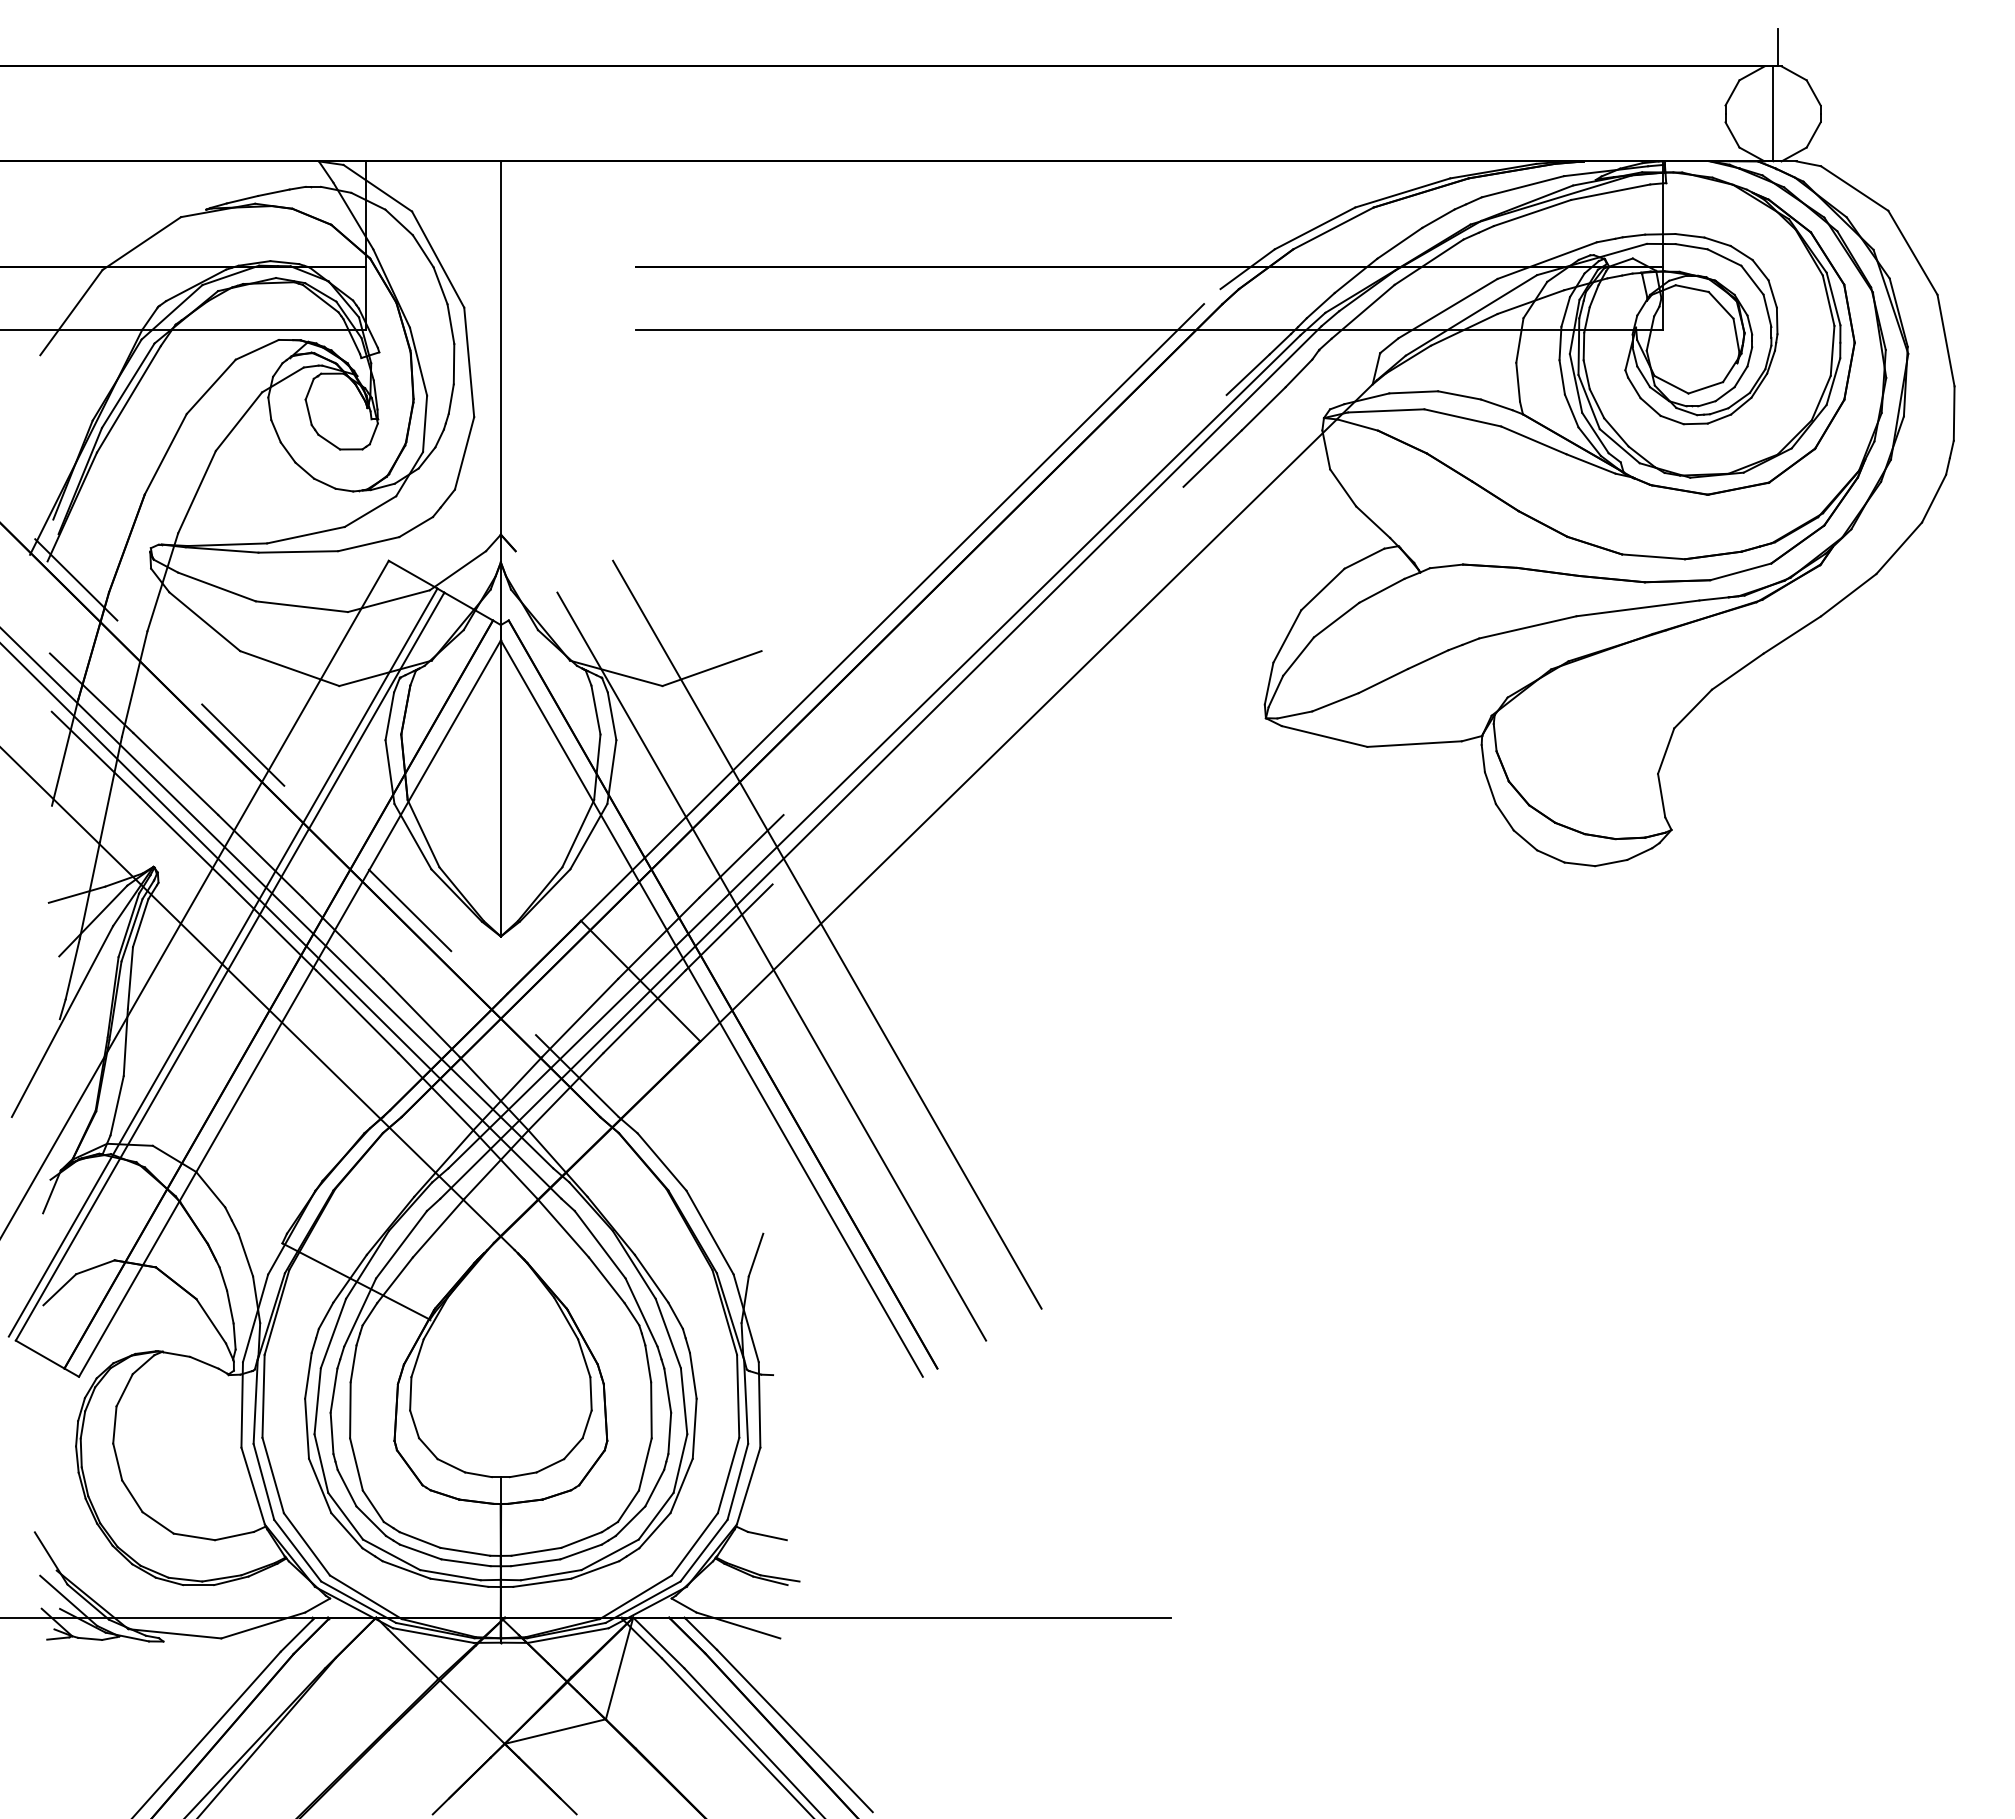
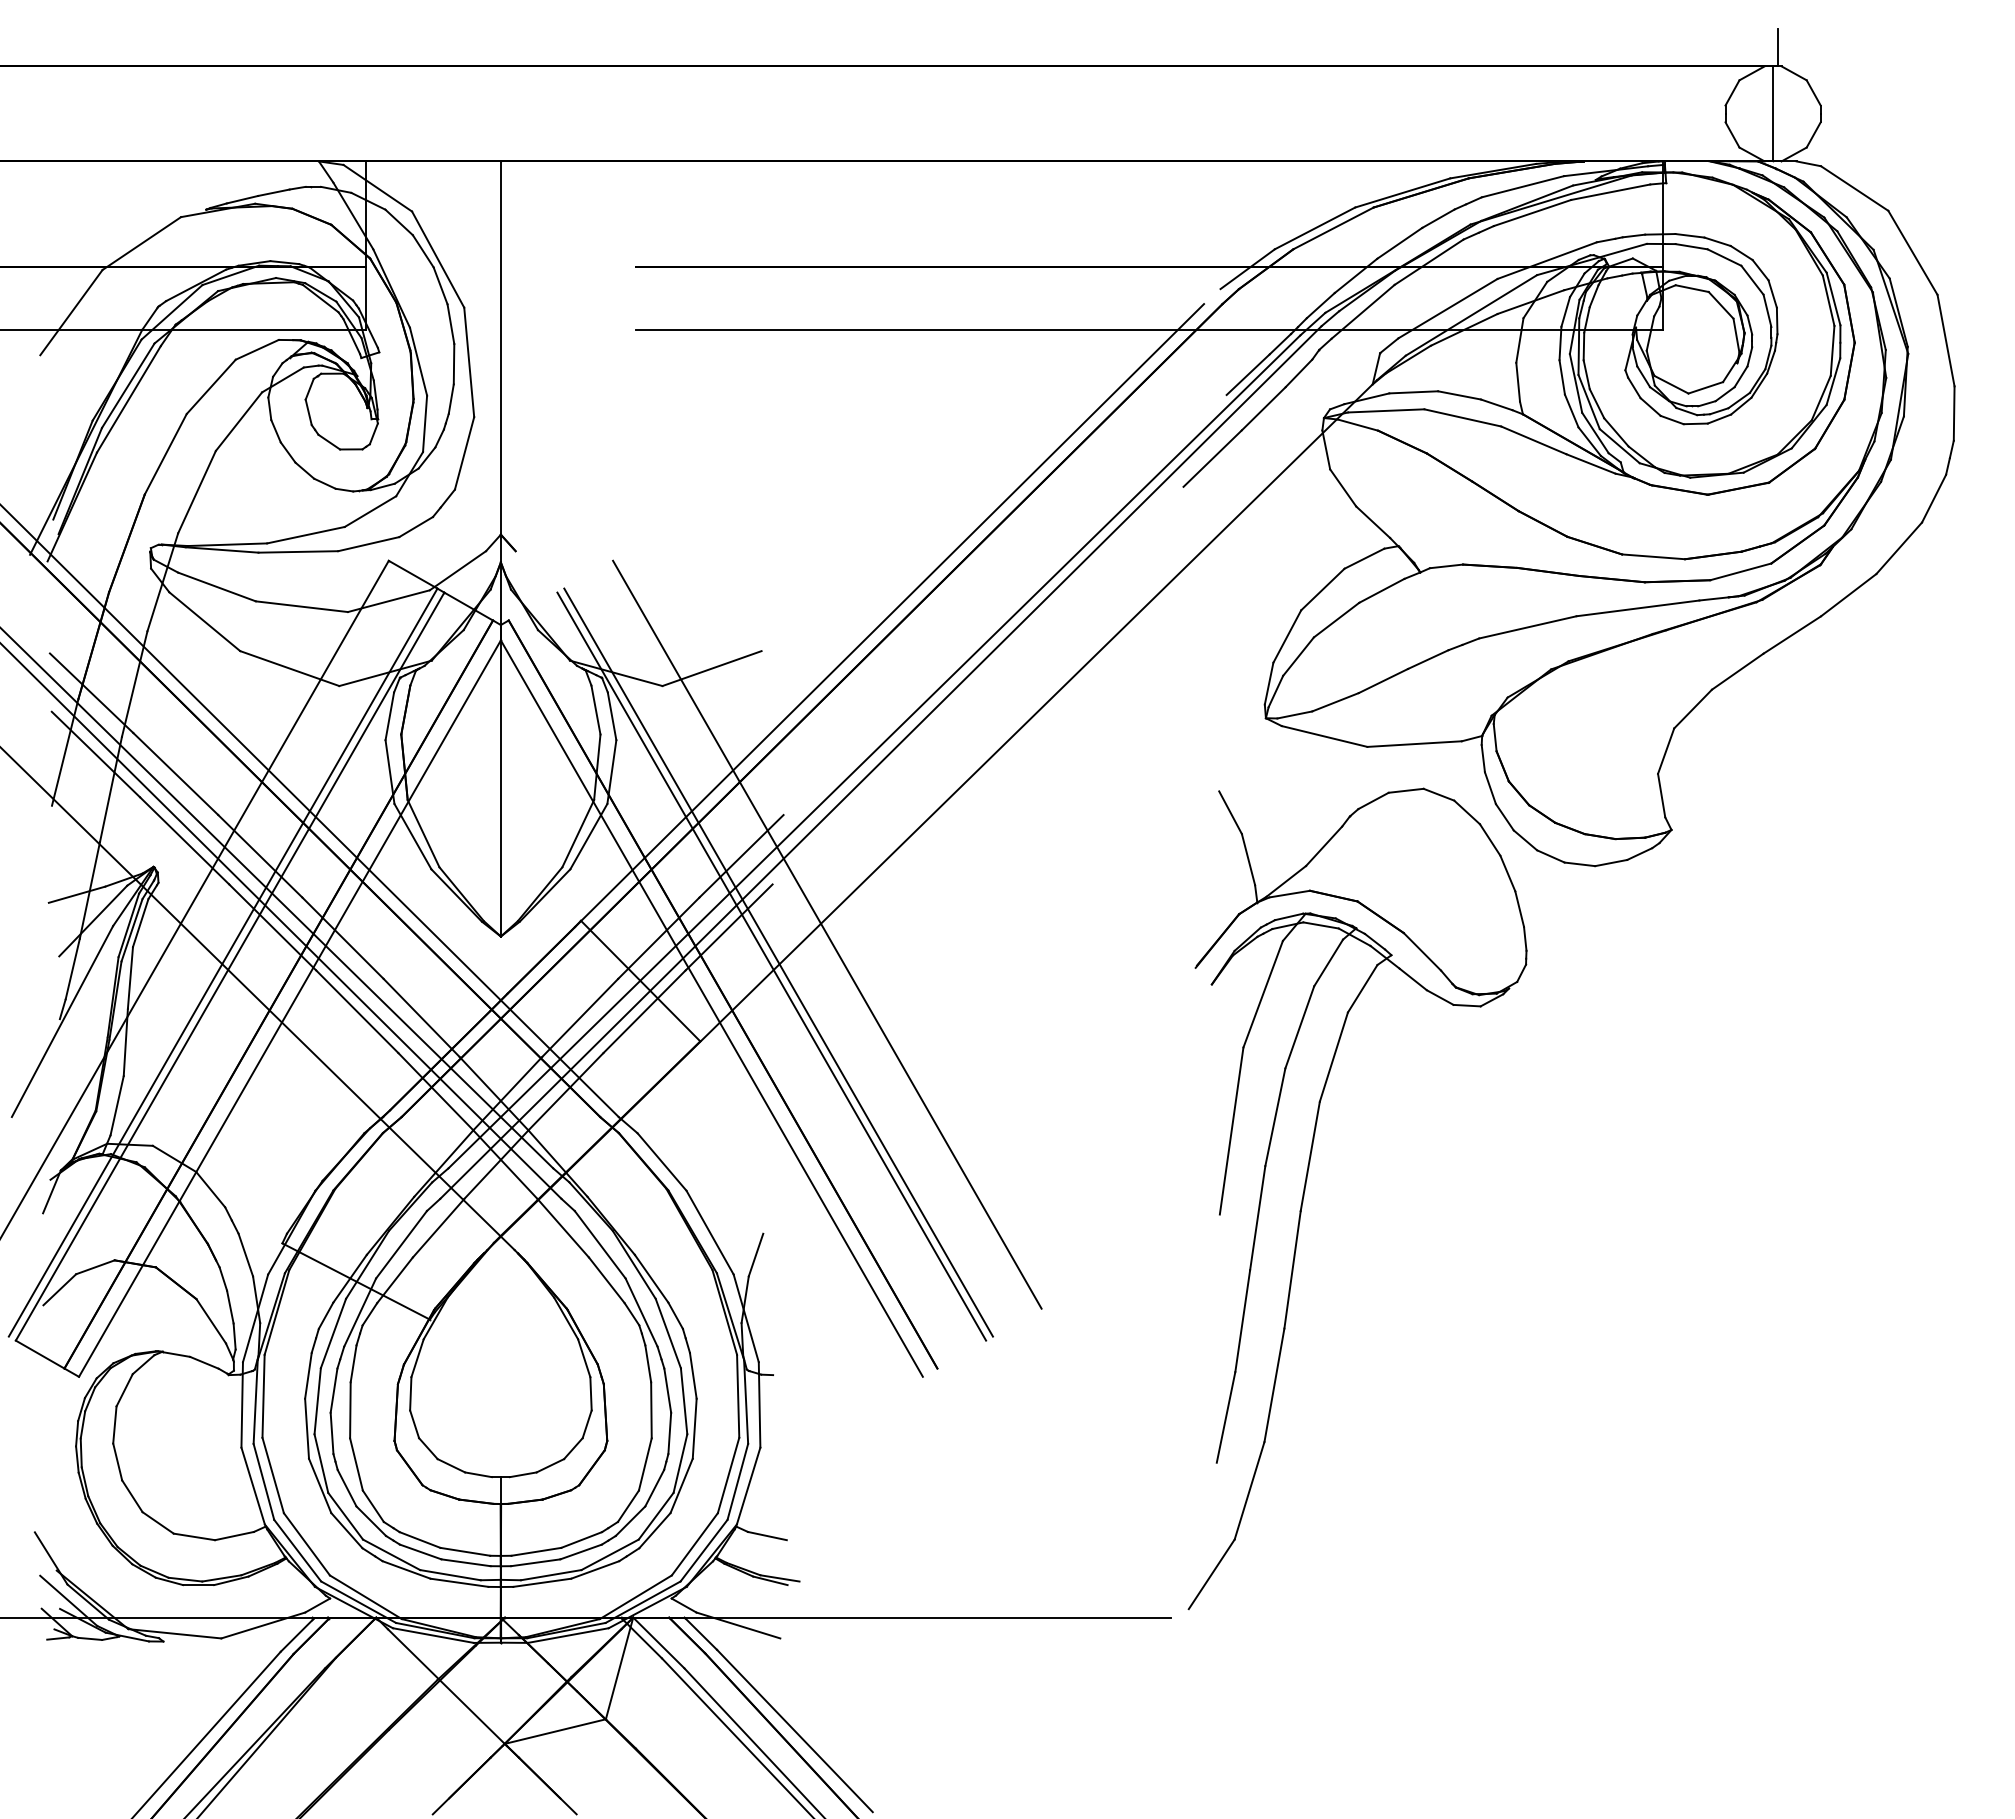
line at (309, 810): dashed -> solid
line at (778, 962): none -> present
part at (1305, 1191): none -> present
